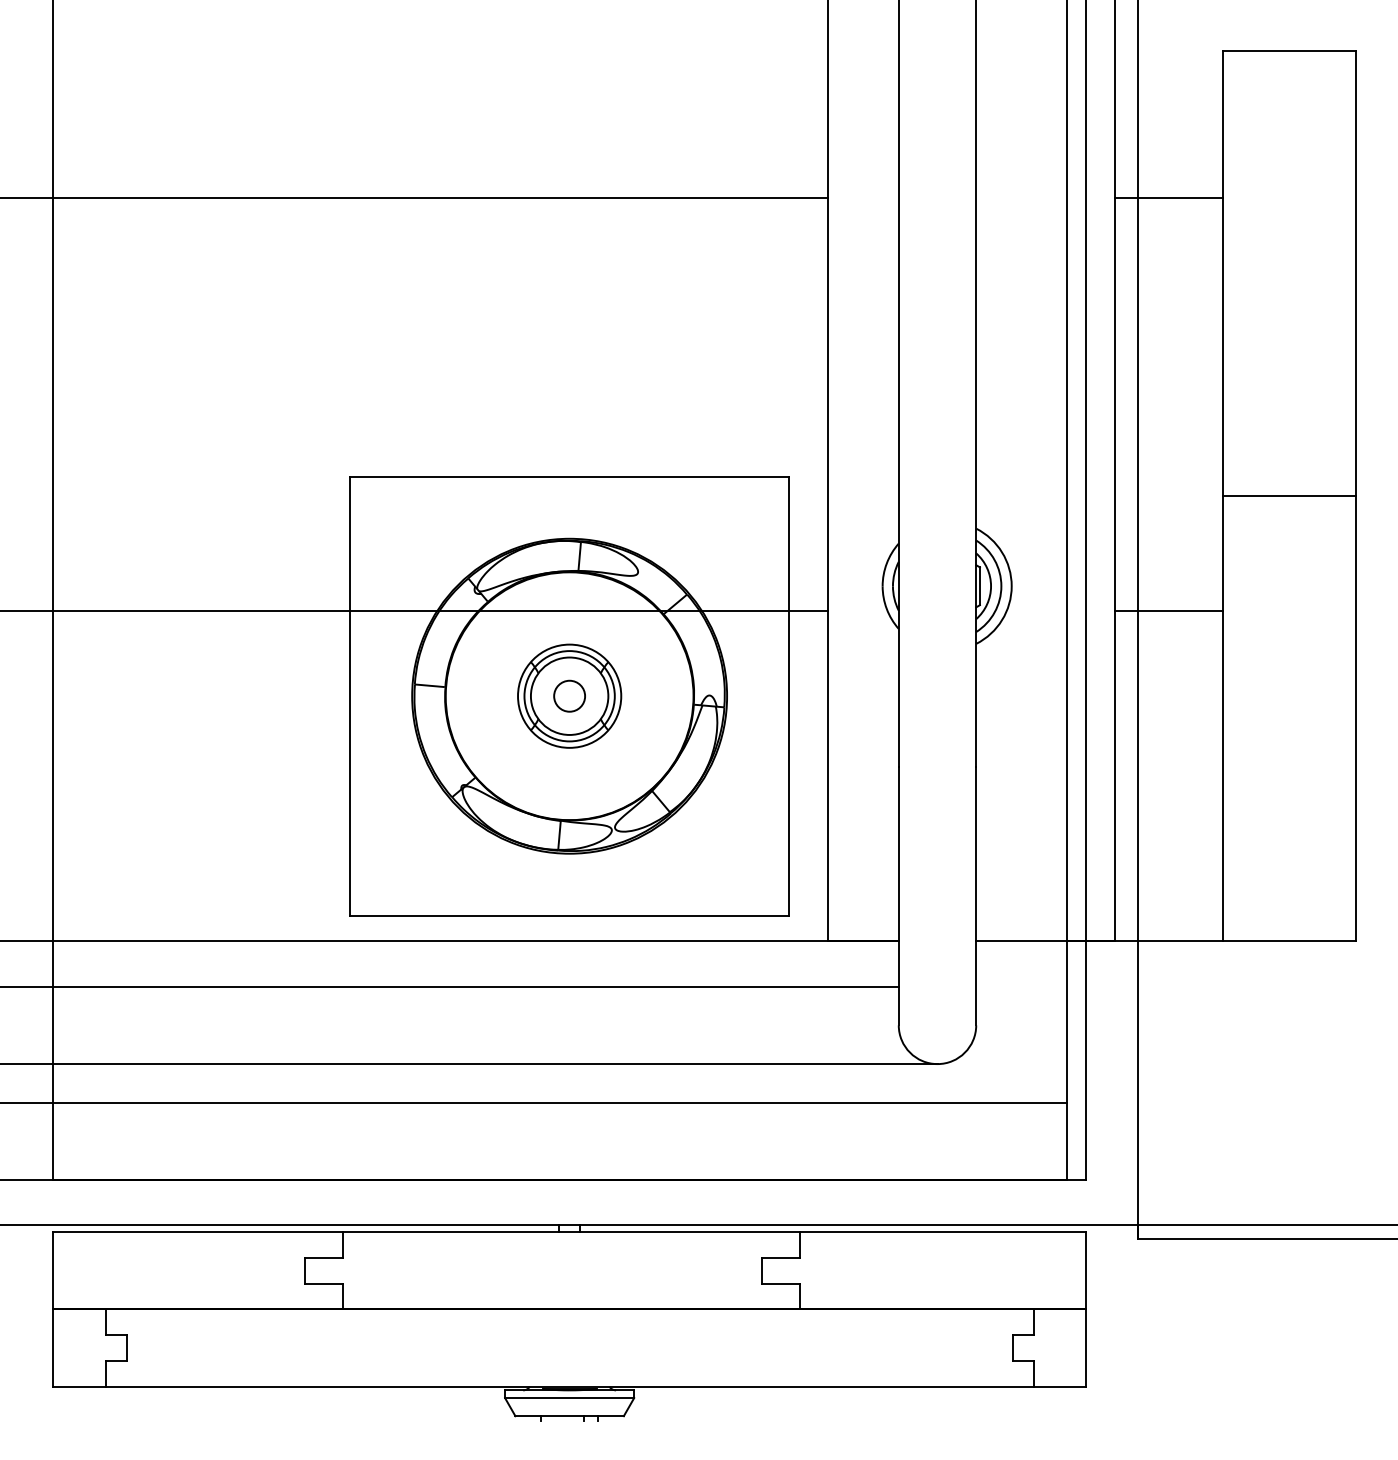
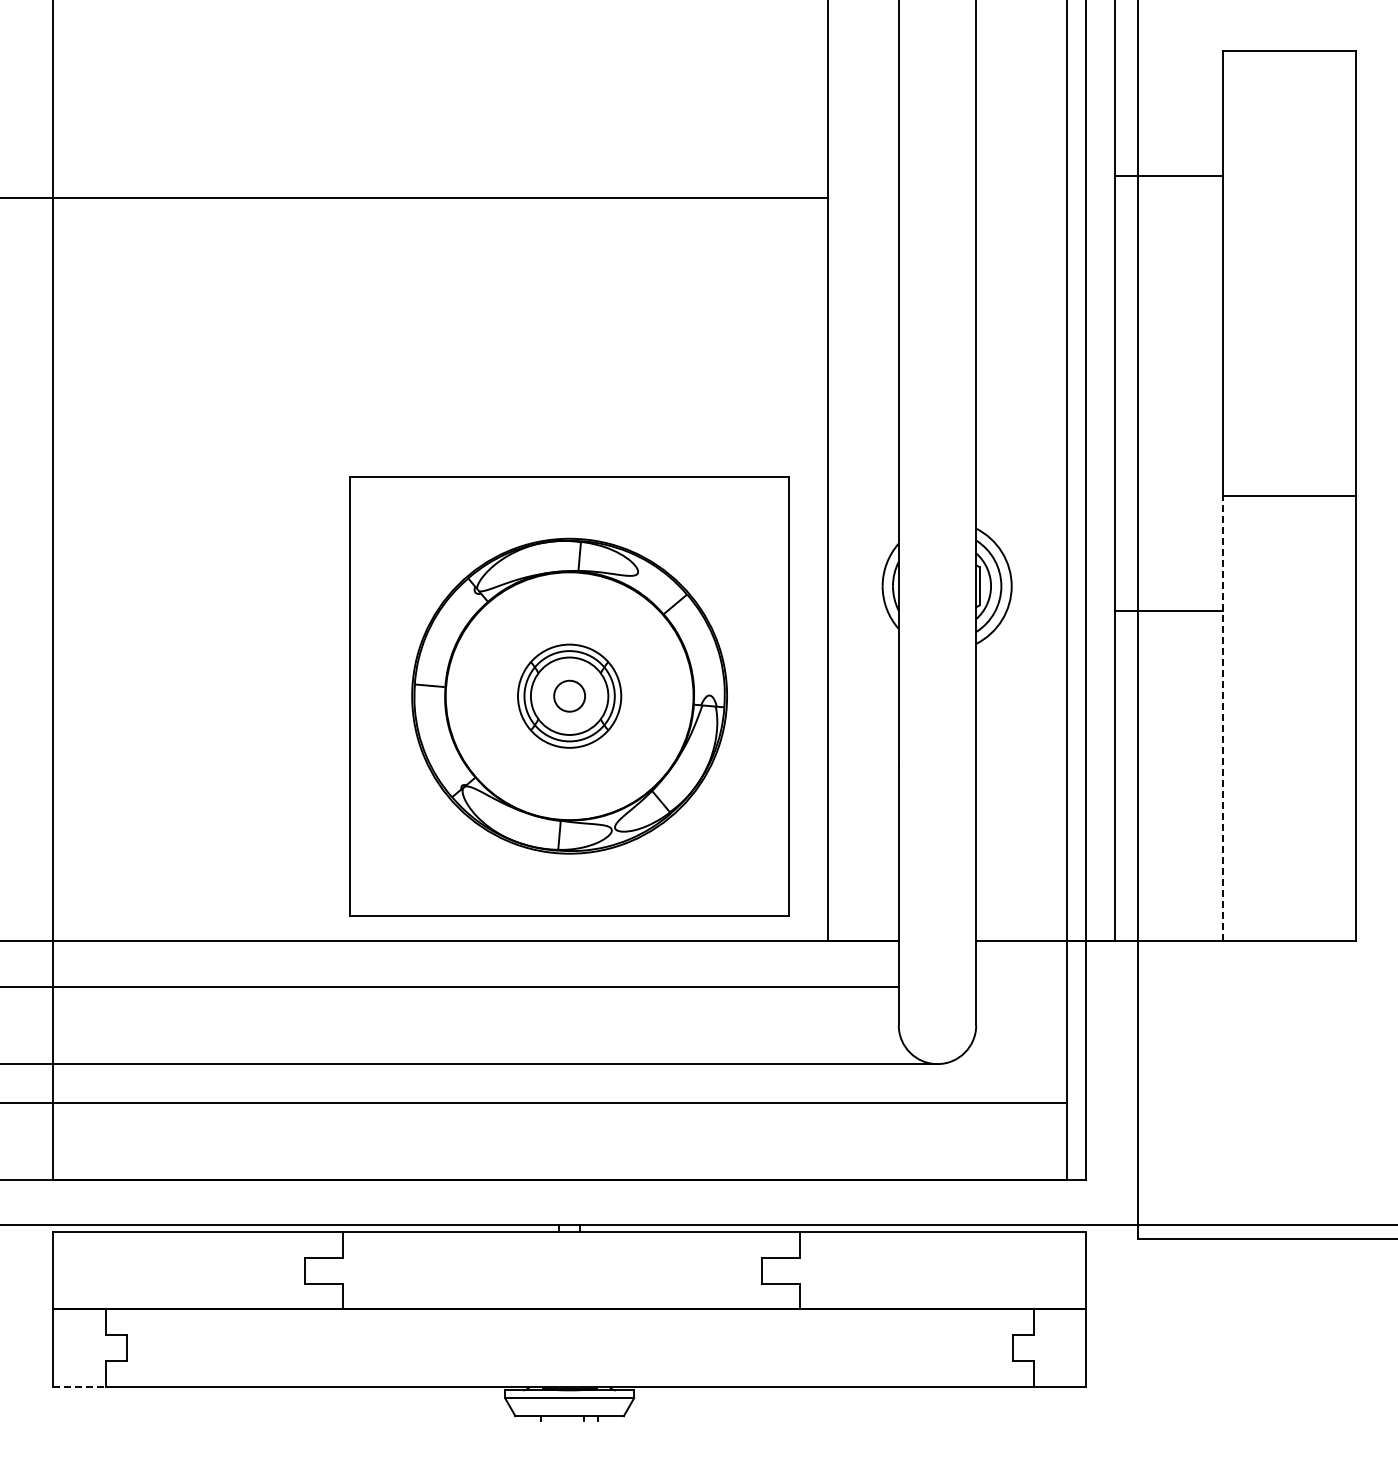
line at (1168, 198) position: (1168, 198) -> (1168, 176)
line at (414, 611): present -> none
line at (1222, 718): solid -> dashed
line at (79, 1386): solid -> dashed
